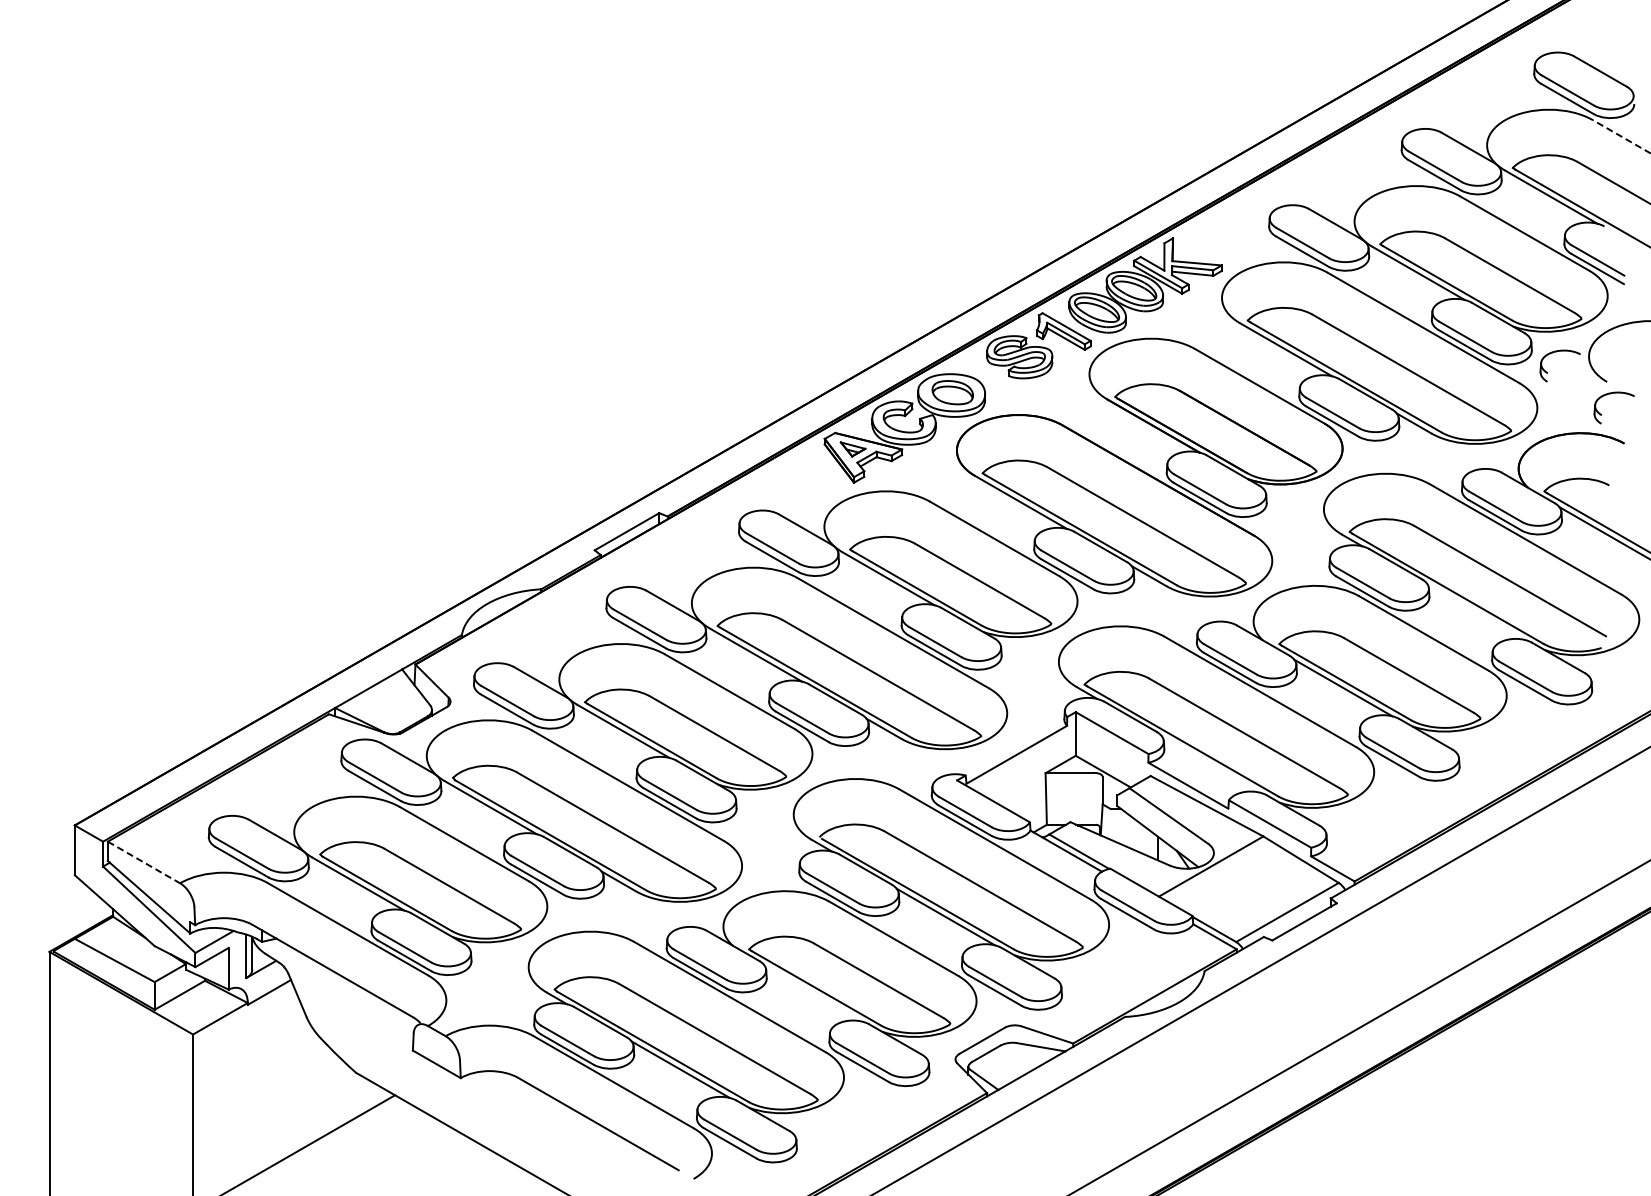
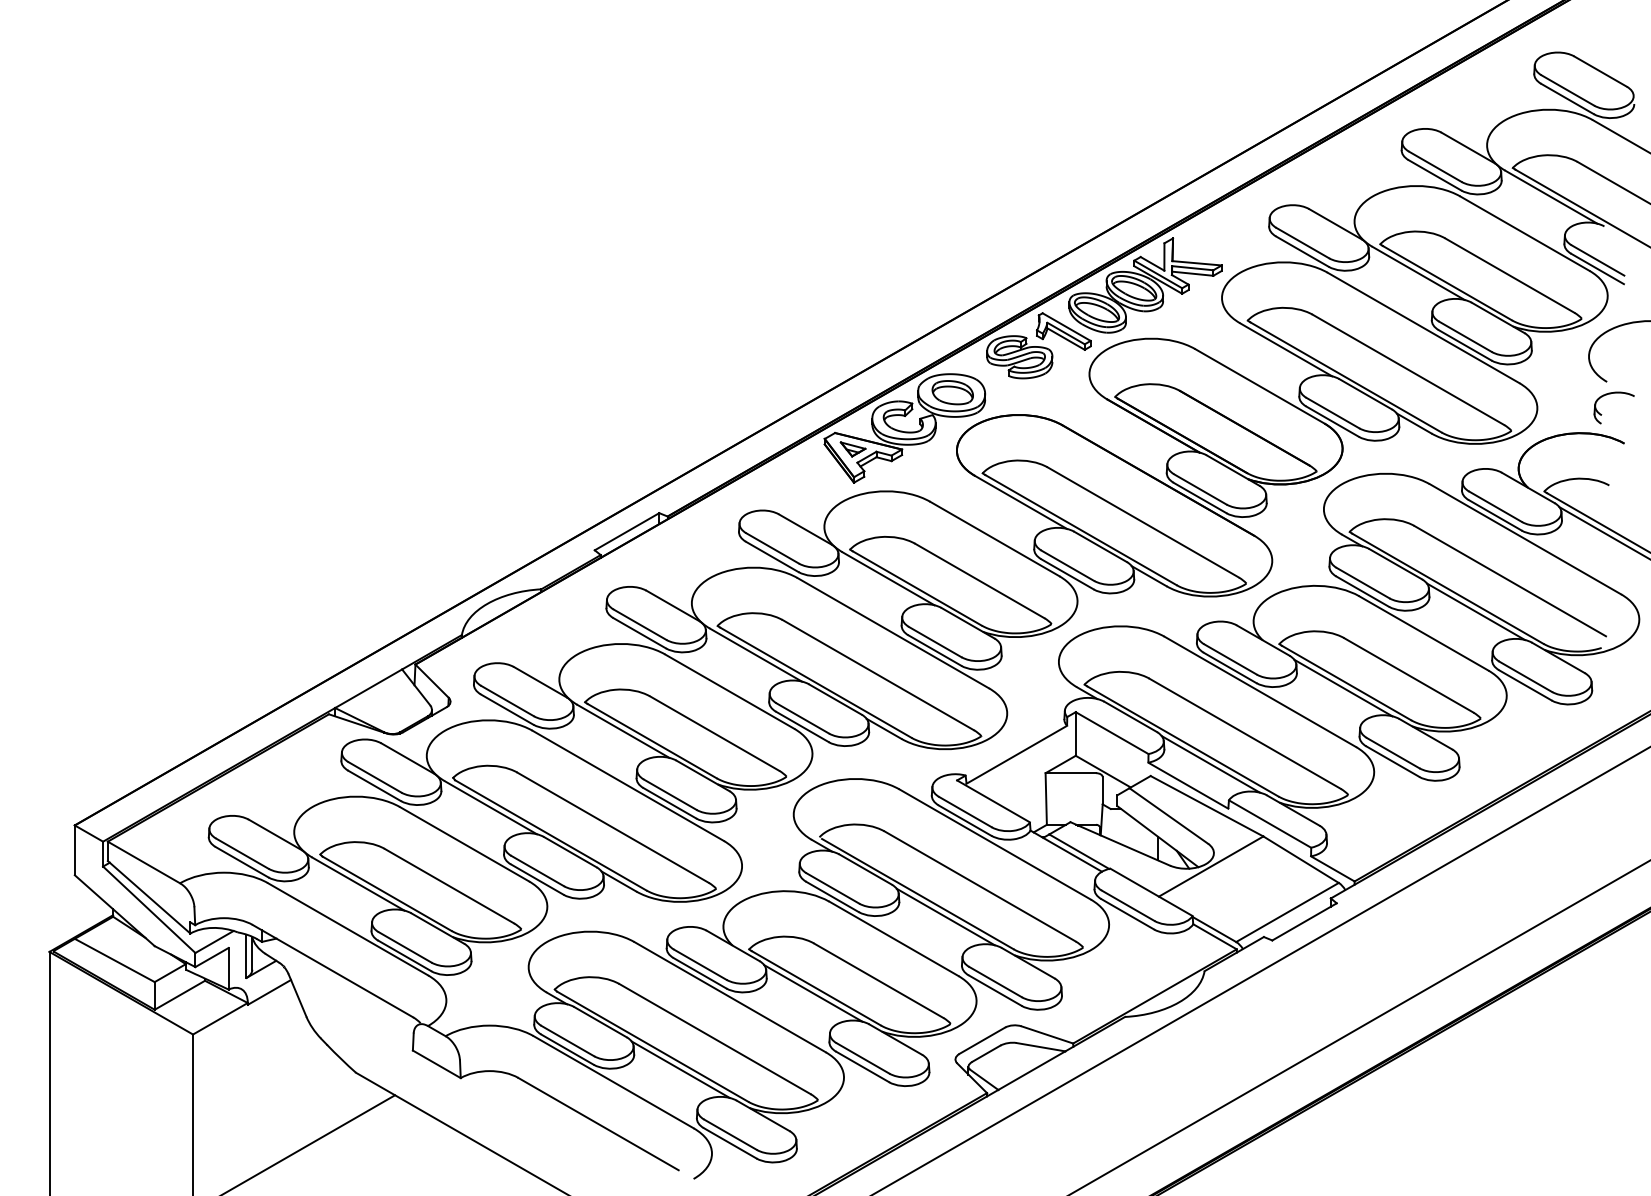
line at (1621, 136): dashed -> solid
part at (1548, 372): present -> none
line at (1475, 611): none -> present
line at (1210, 764): none -> present
line at (143, 862): dashed -> solid
line at (813, 993): none -> present
